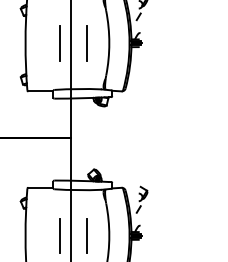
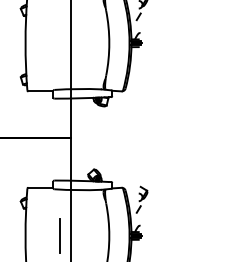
line at (60, 42): present -> none
line at (87, 42): present -> none
line at (87, 235): present -> none
